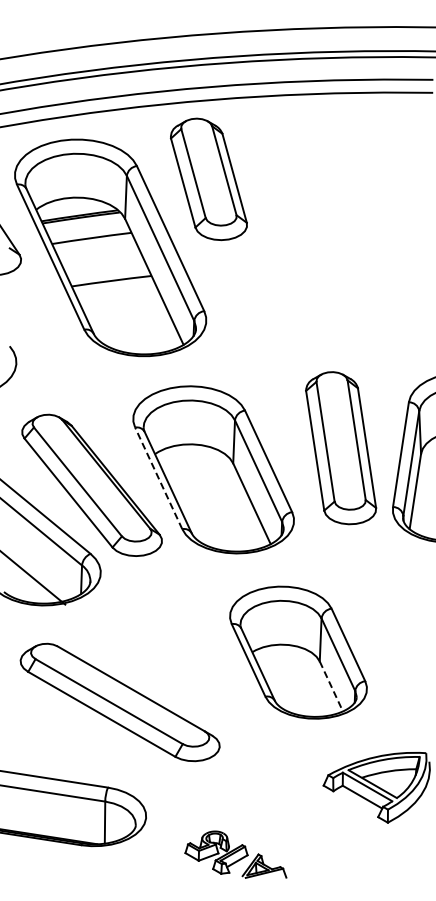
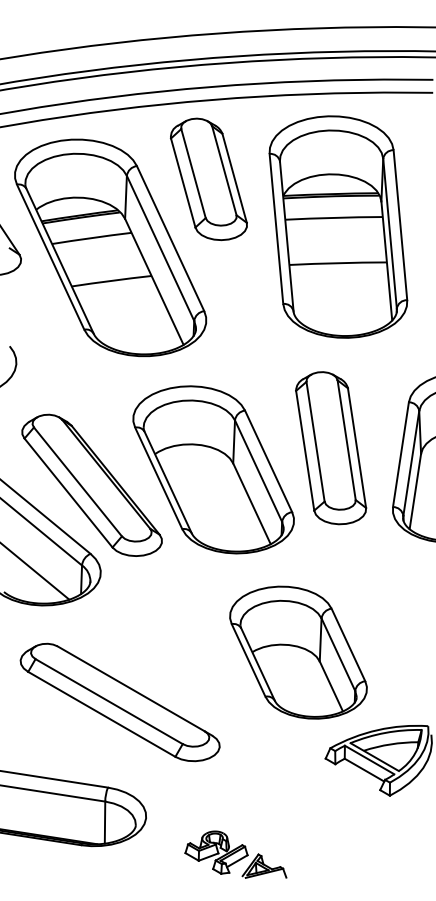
part at (338, 226): none -> present
part at (341, 448) position: (341, 448) -> (331, 448)
line at (158, 478): dashed -> solid
line at (33, 578) position: (33, 578) -> (35, 571)
line at (331, 686): dashed -> solid
part at (376, 787) position: (376, 787) -> (378, 760)
